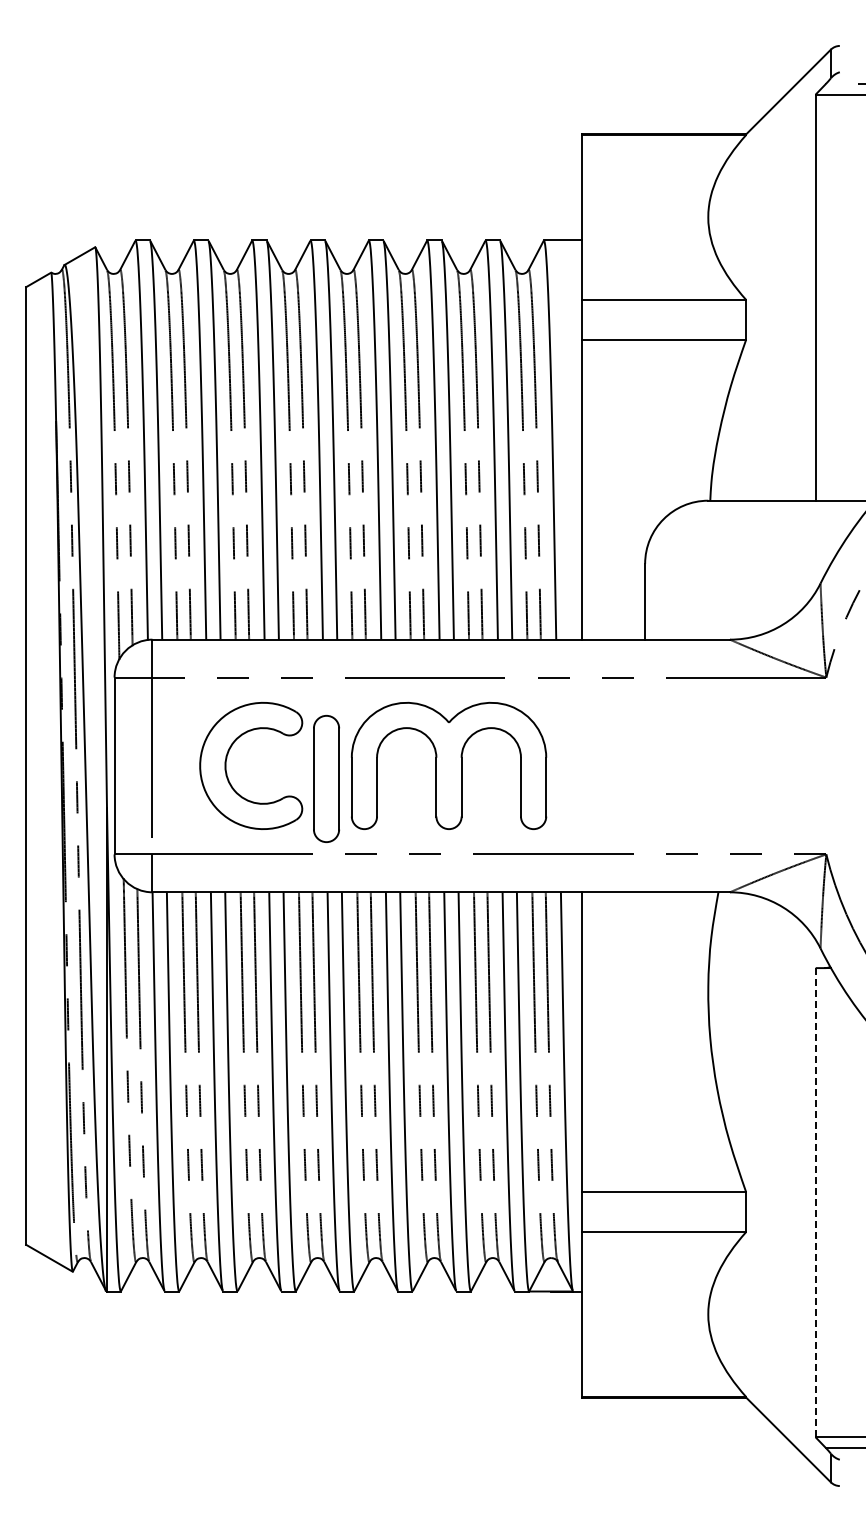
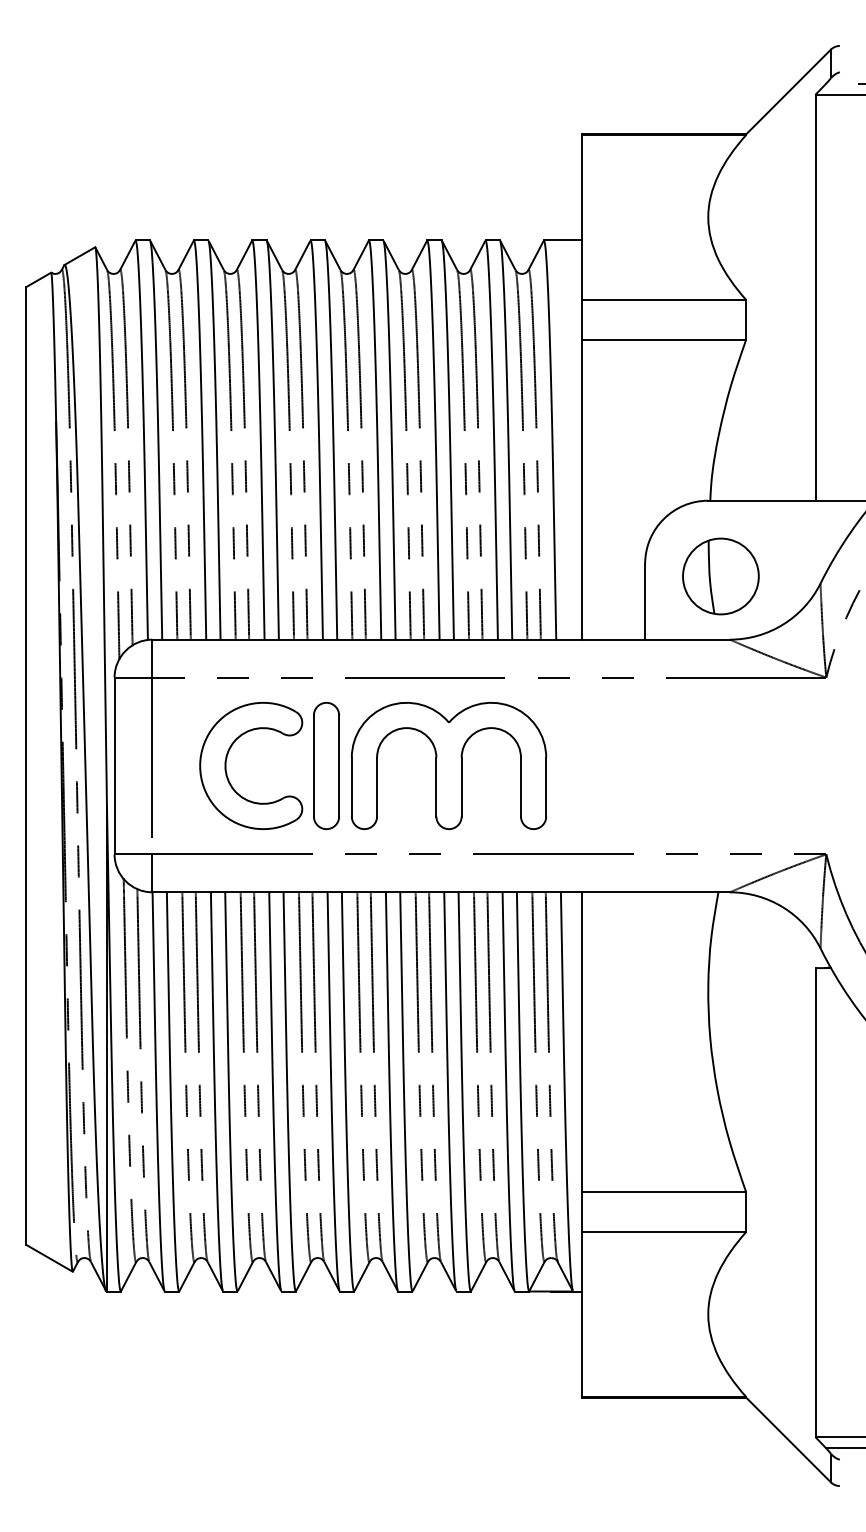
part at (720, 576): none -> present
part at (326, 778) position: (326, 778) -> (326, 765)
line at (815, 1202): dashed -> solid
